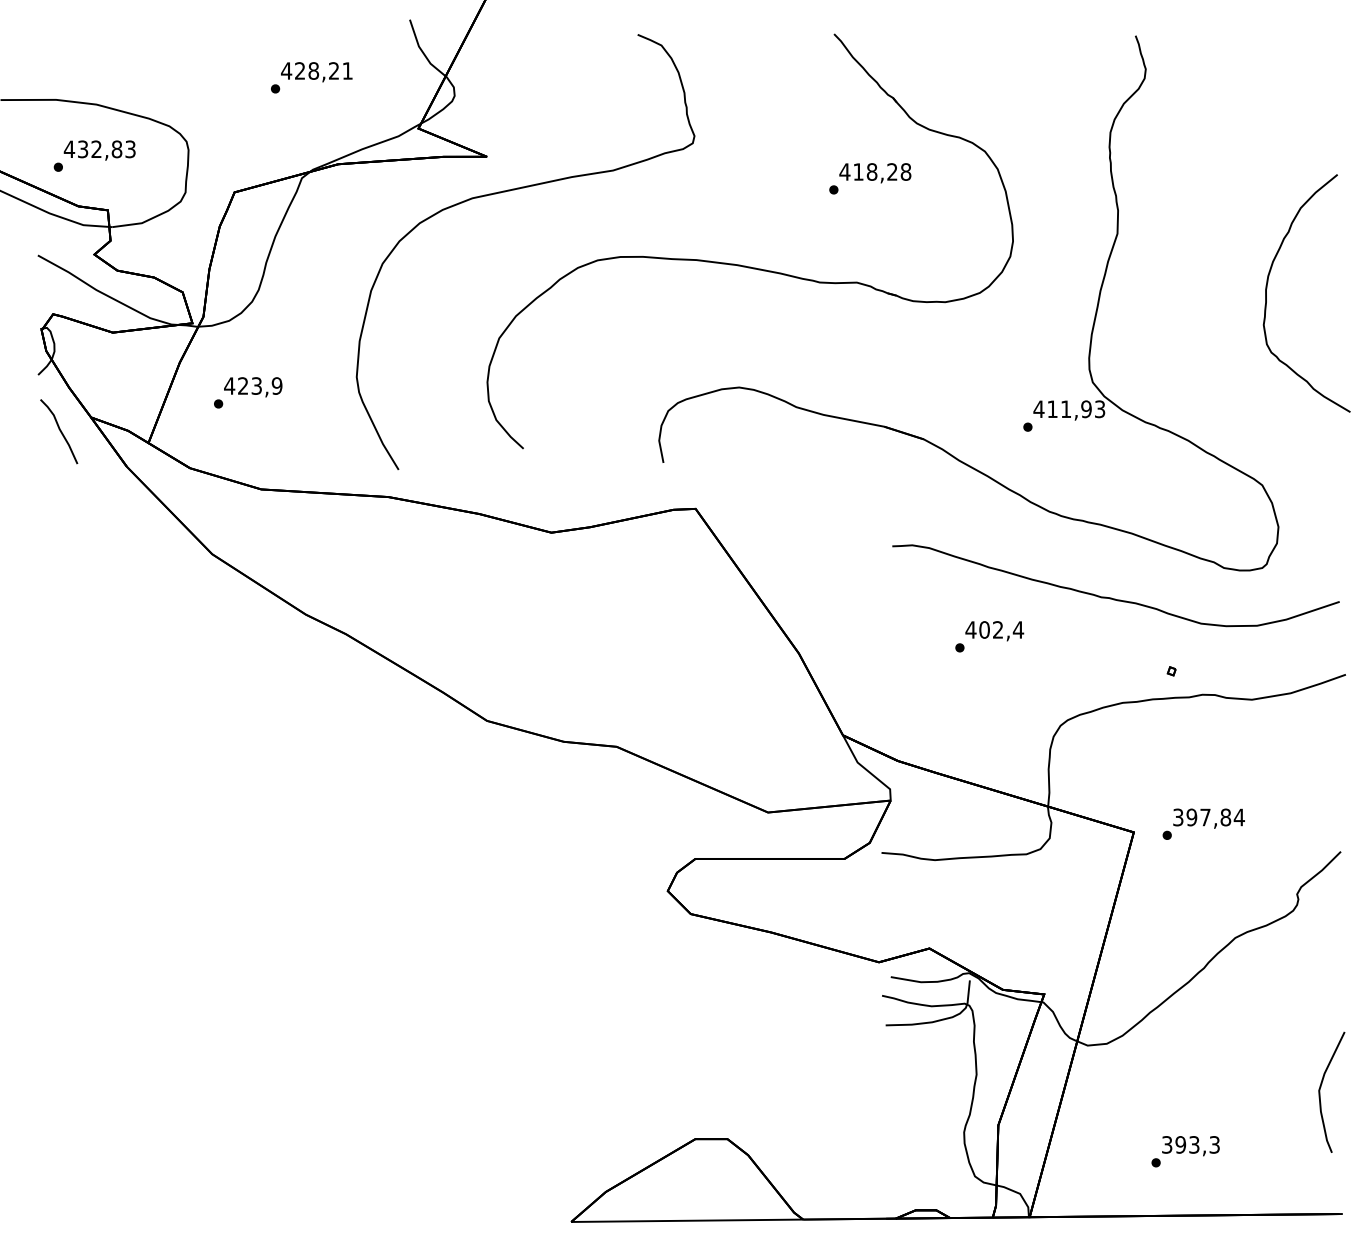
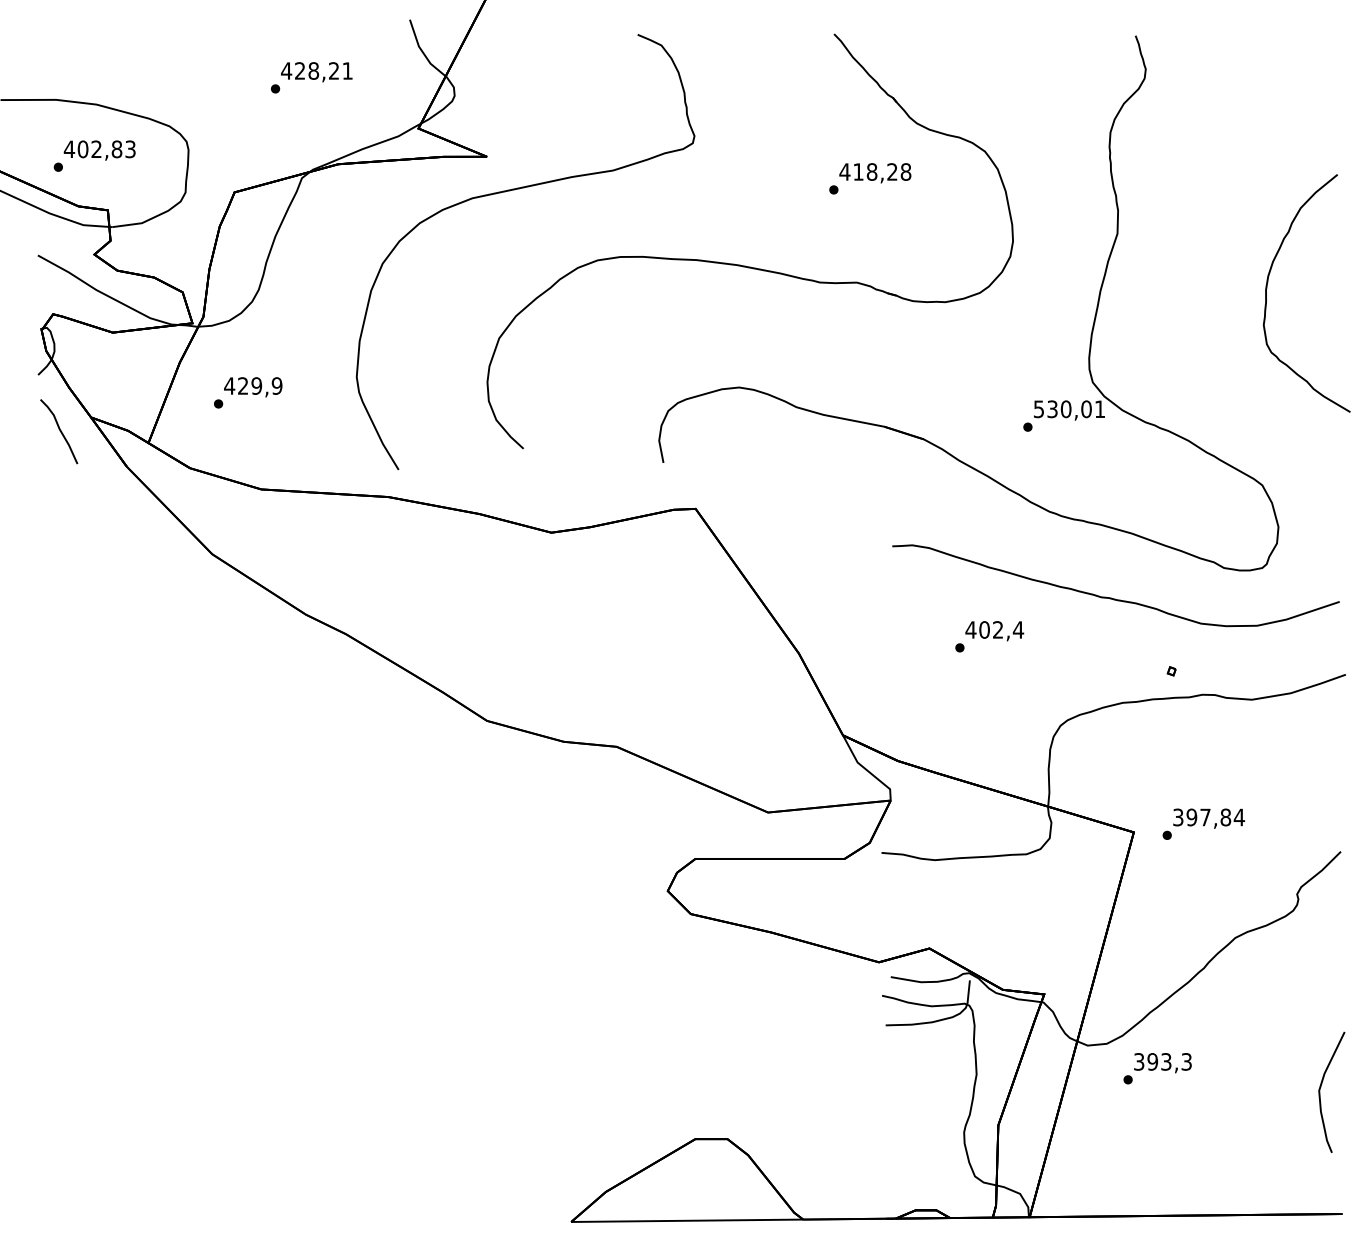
text at (82, 149): 432,83 -> 402,83
text at (256, 385): 423,9 -> 429,9
text at (1069, 409): 411,93 -> 530,01
text at (1185, 1151) position: (1185, 1151) -> (1157, 1068)
